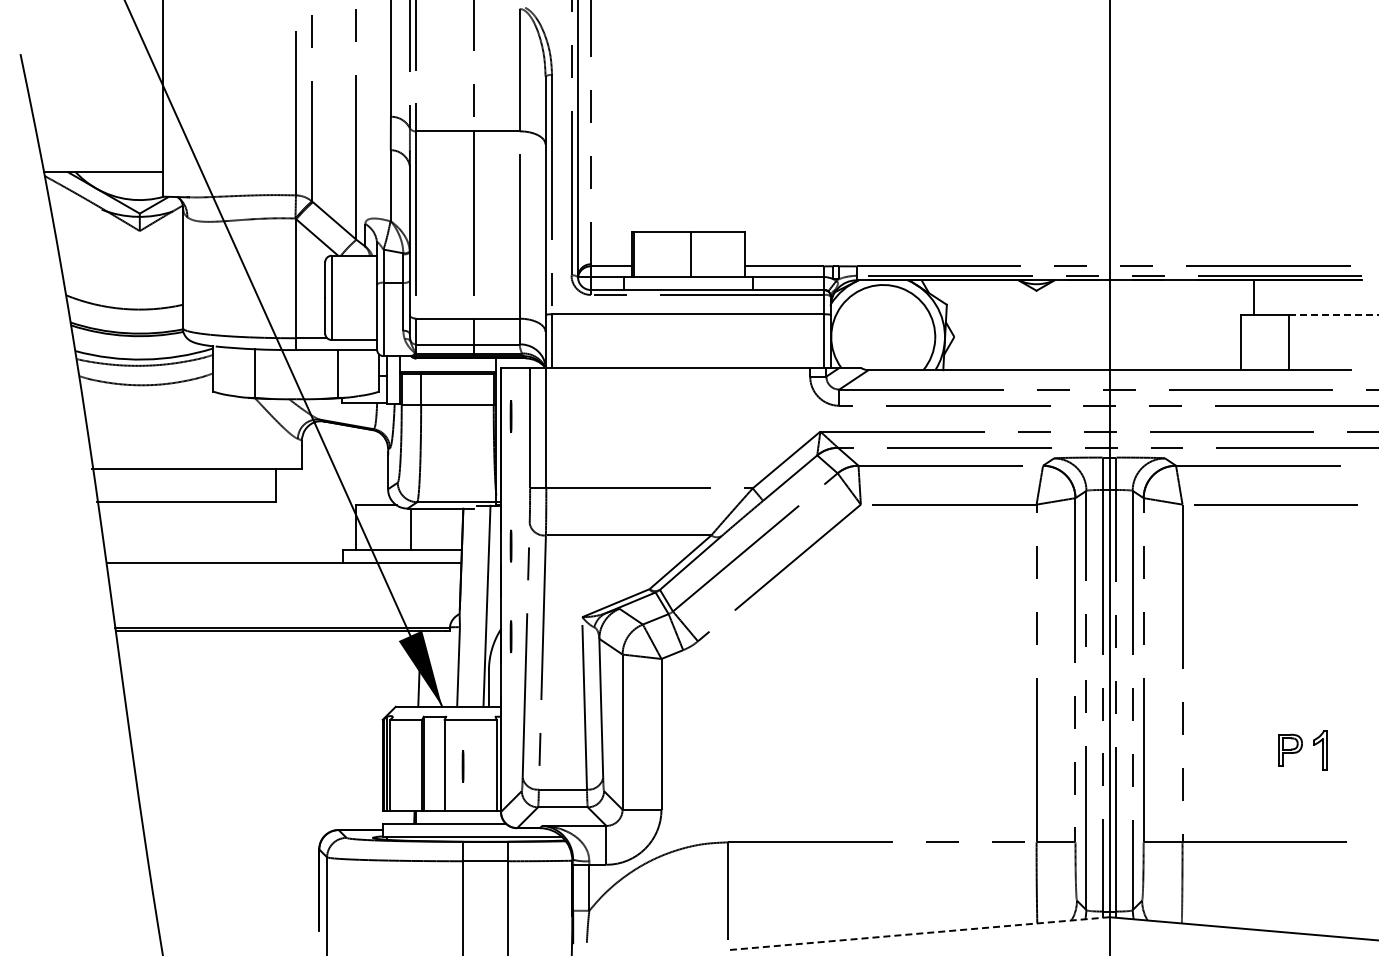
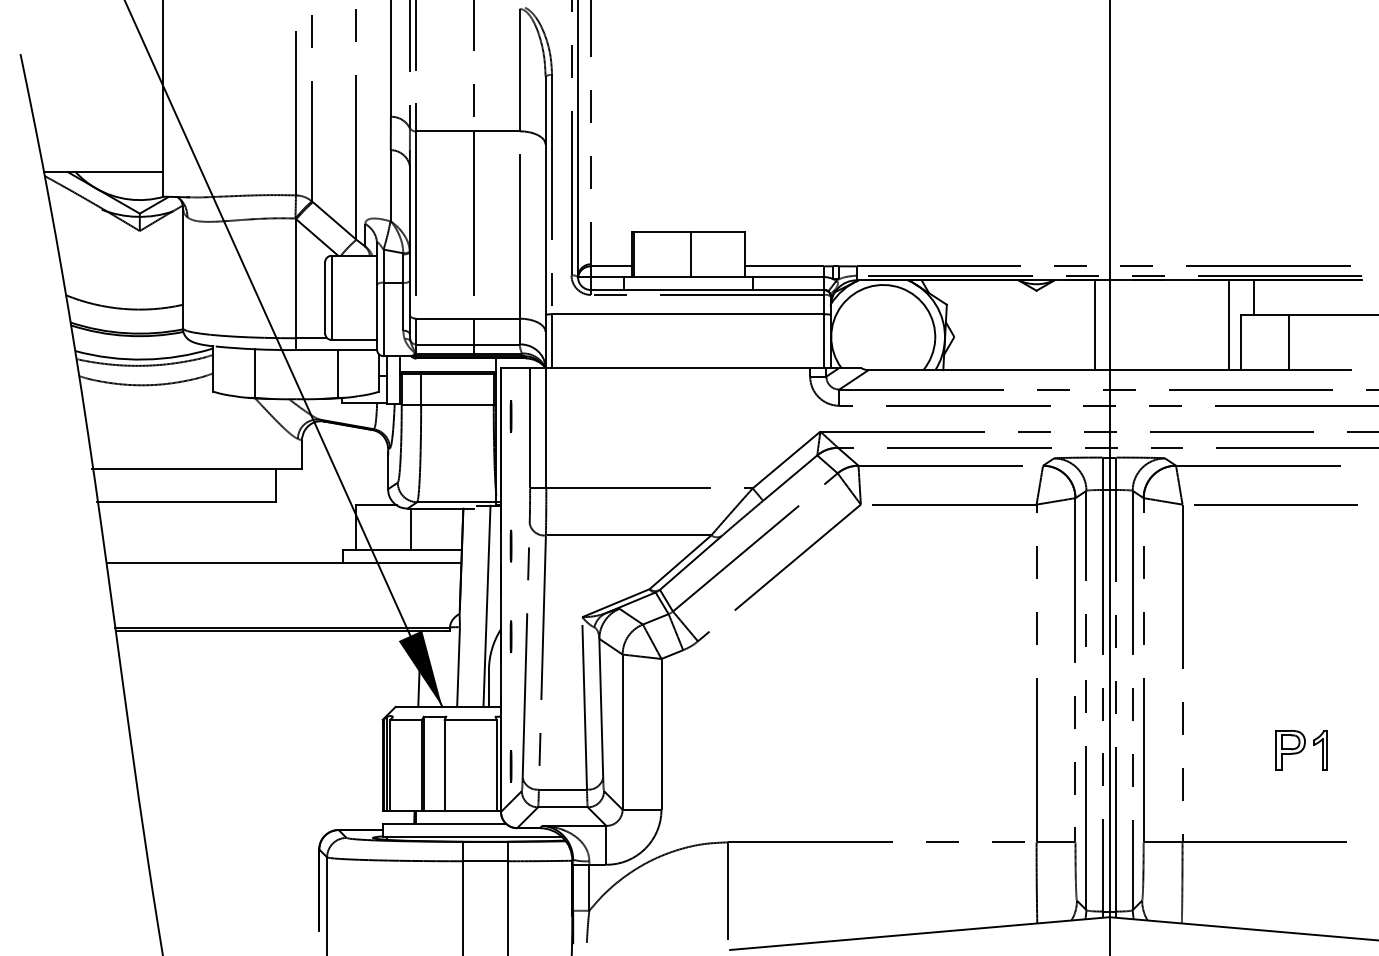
line at (1333, 314): dashed -> solid
line at (1094, 325): none -> present
line at (1229, 325): none -> present
part at (1290, 749) size: 25x34 px -> 31x41 px
line at (462, 766) position: (462, 766) -> (510, 766)
line at (919, 933): dashed -> solid
